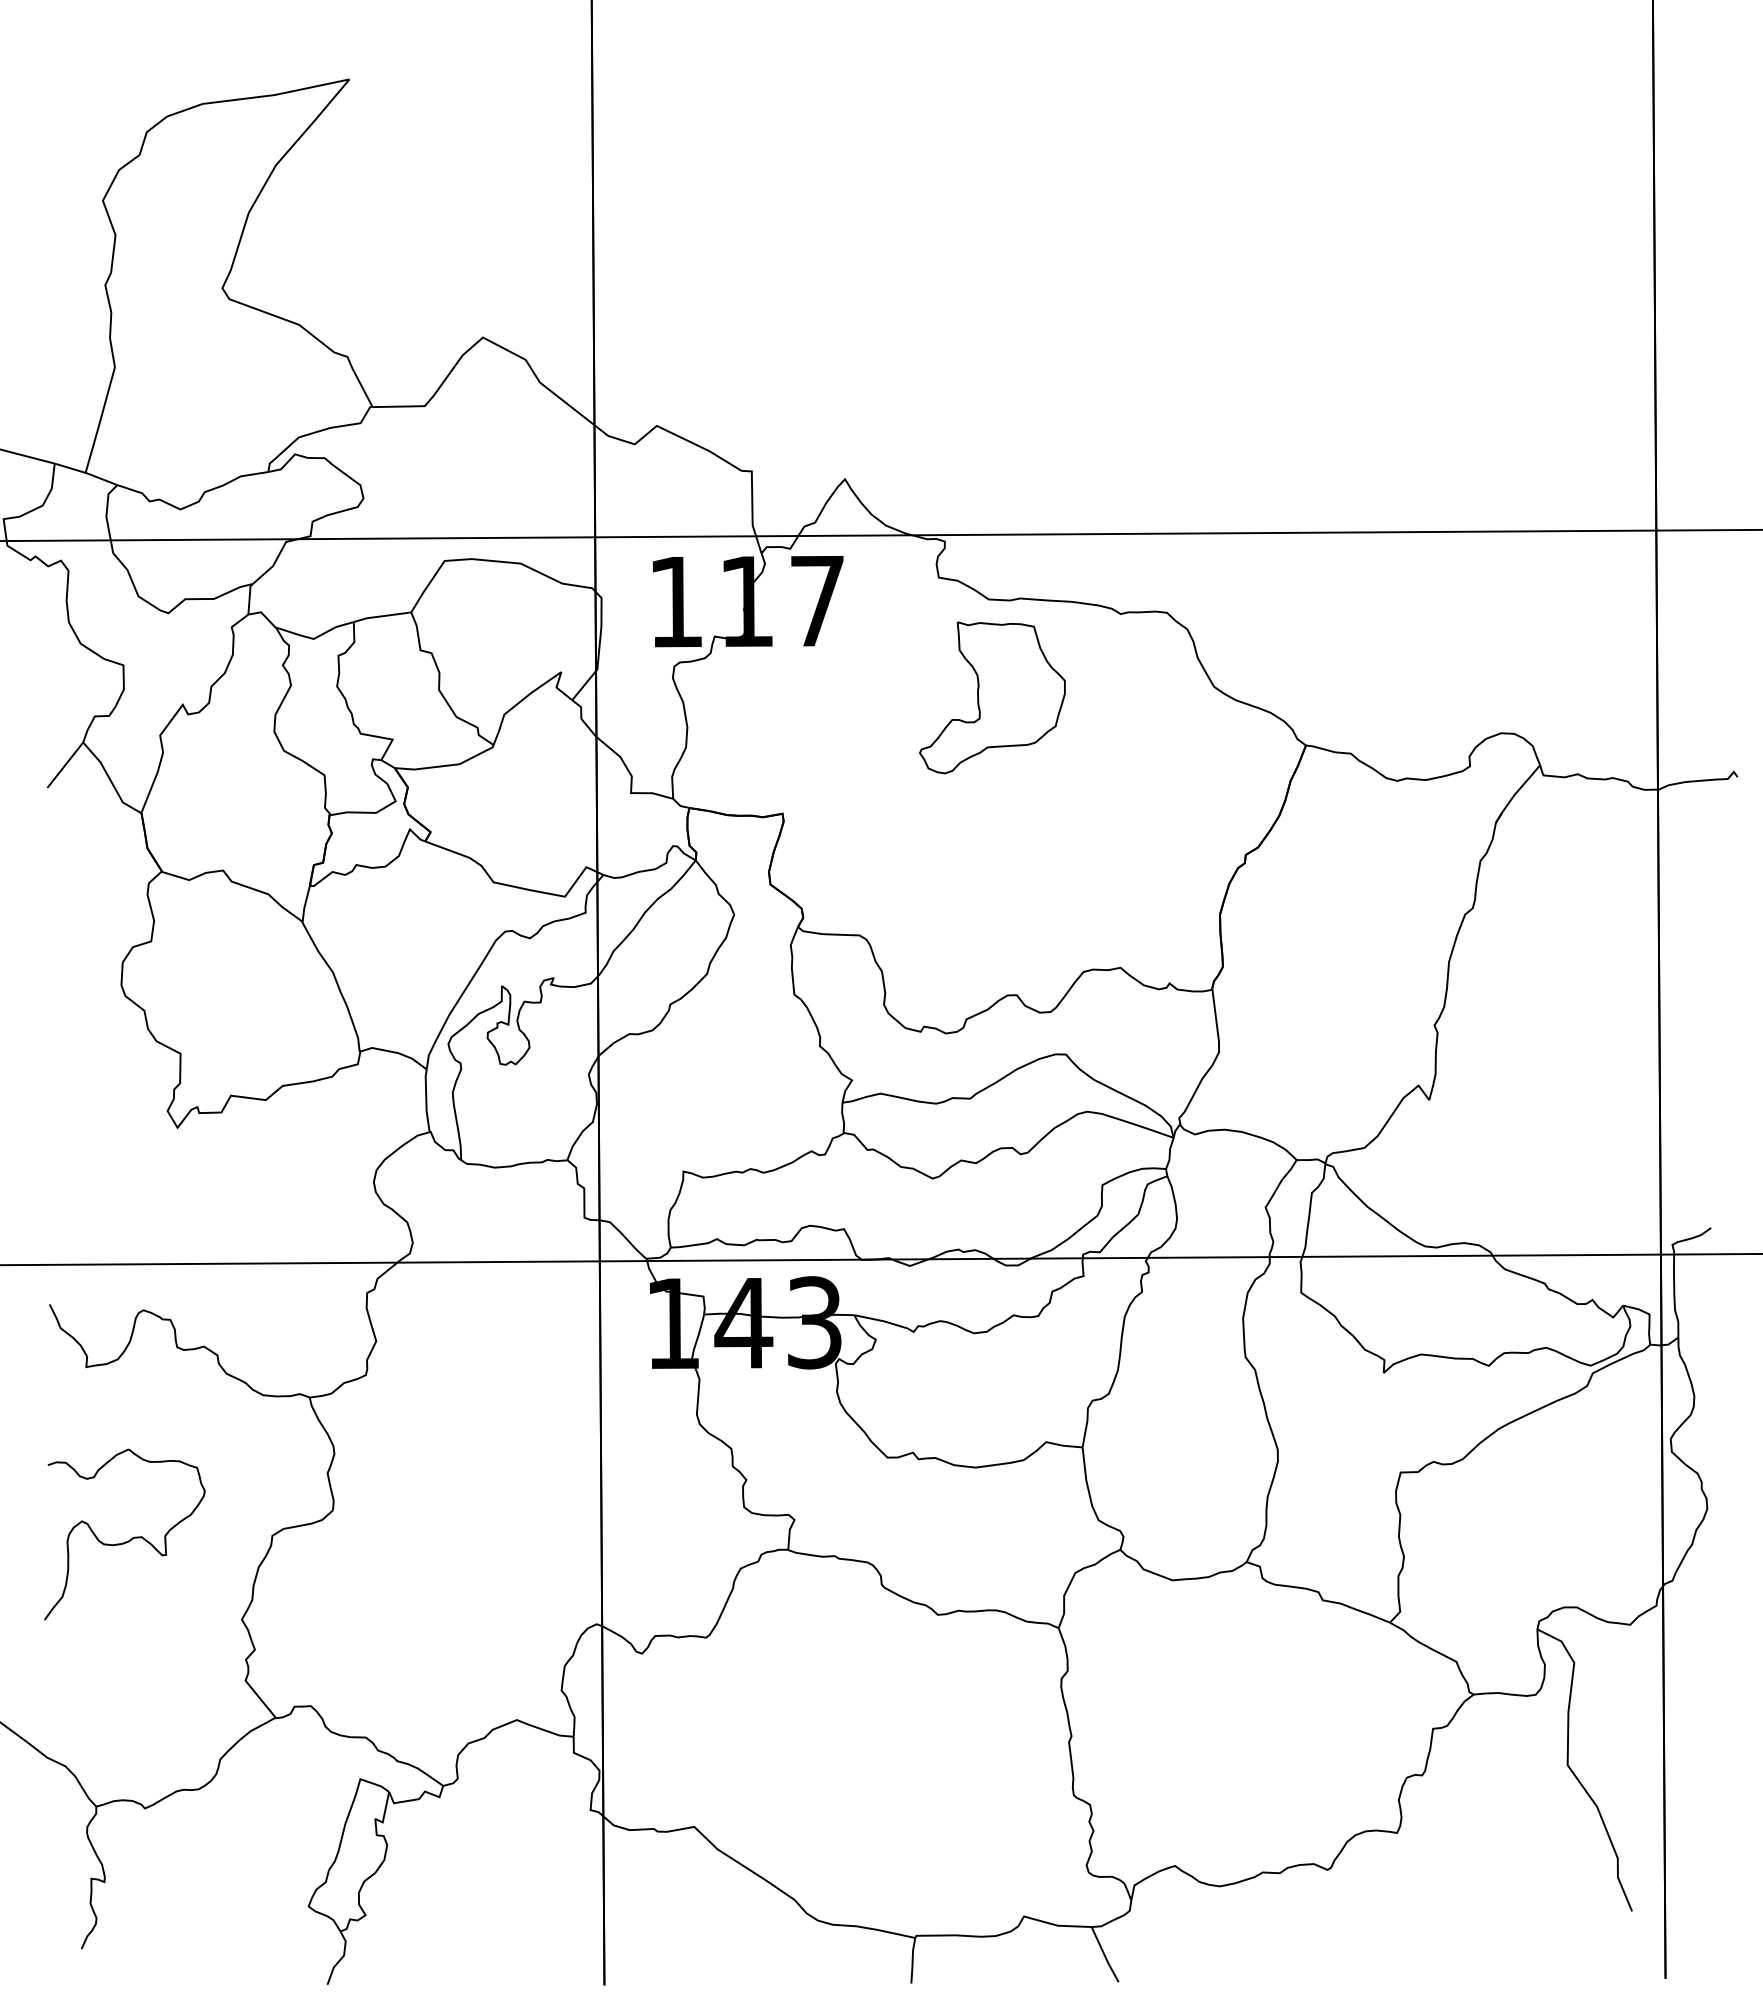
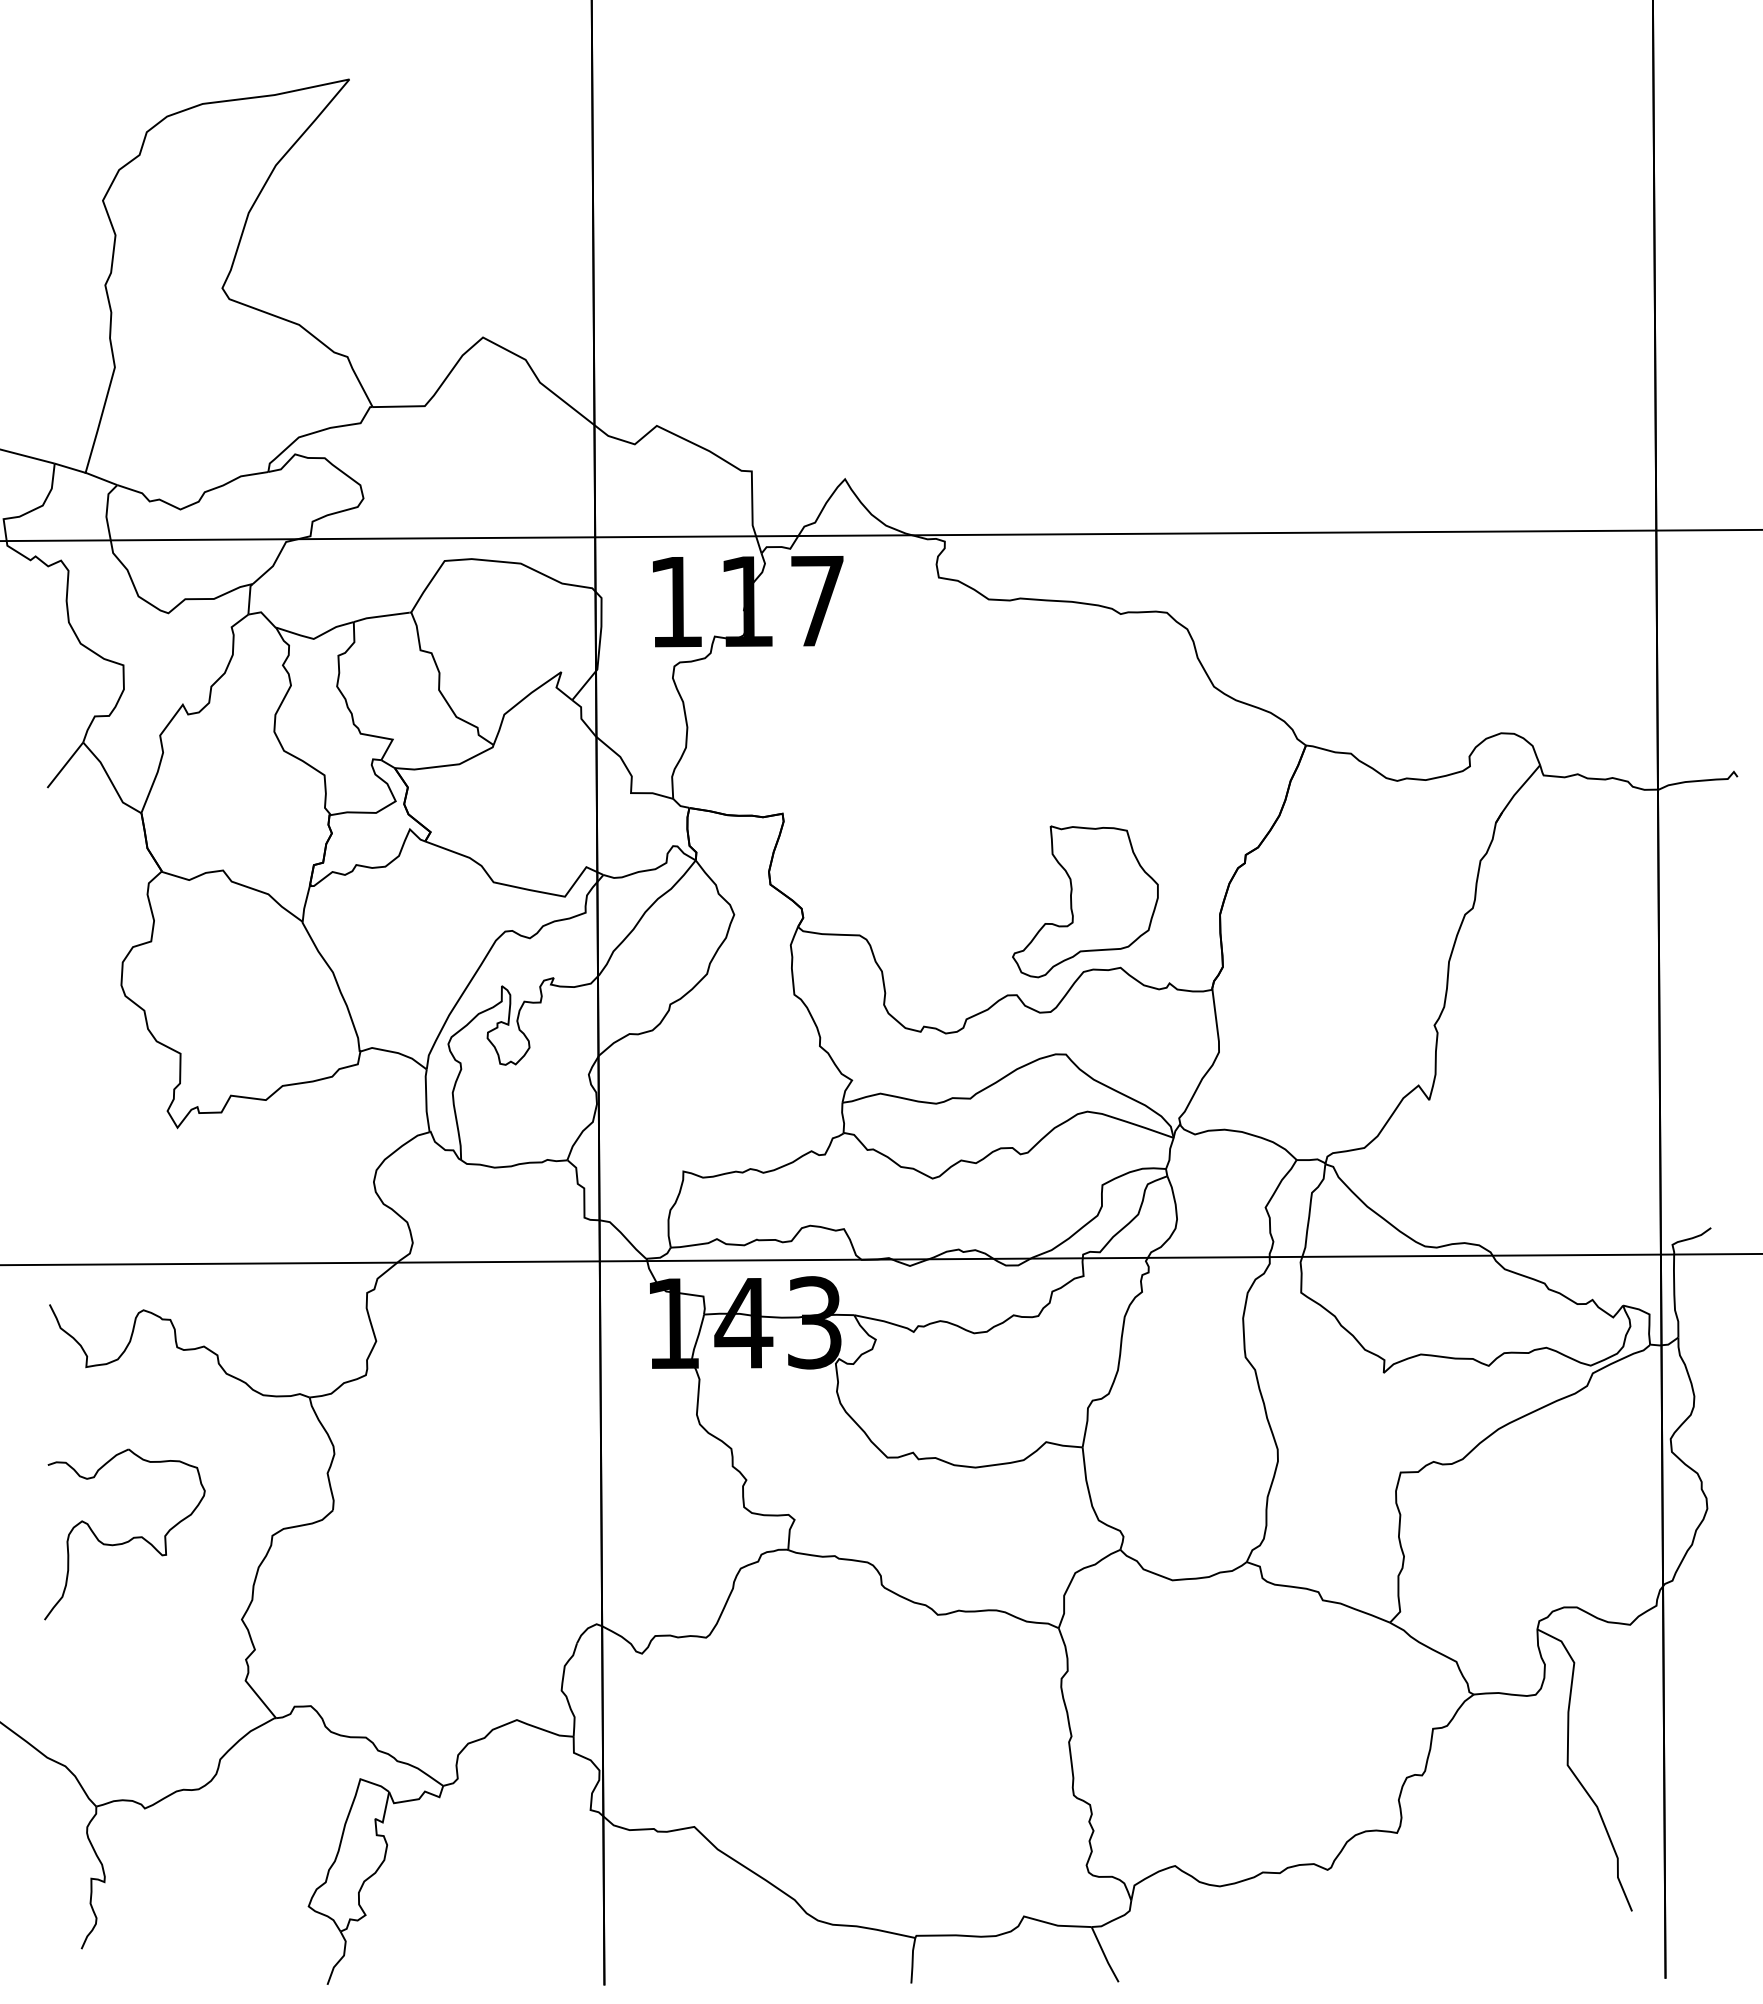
part at (992, 697) position: (992, 697) -> (1085, 901)
